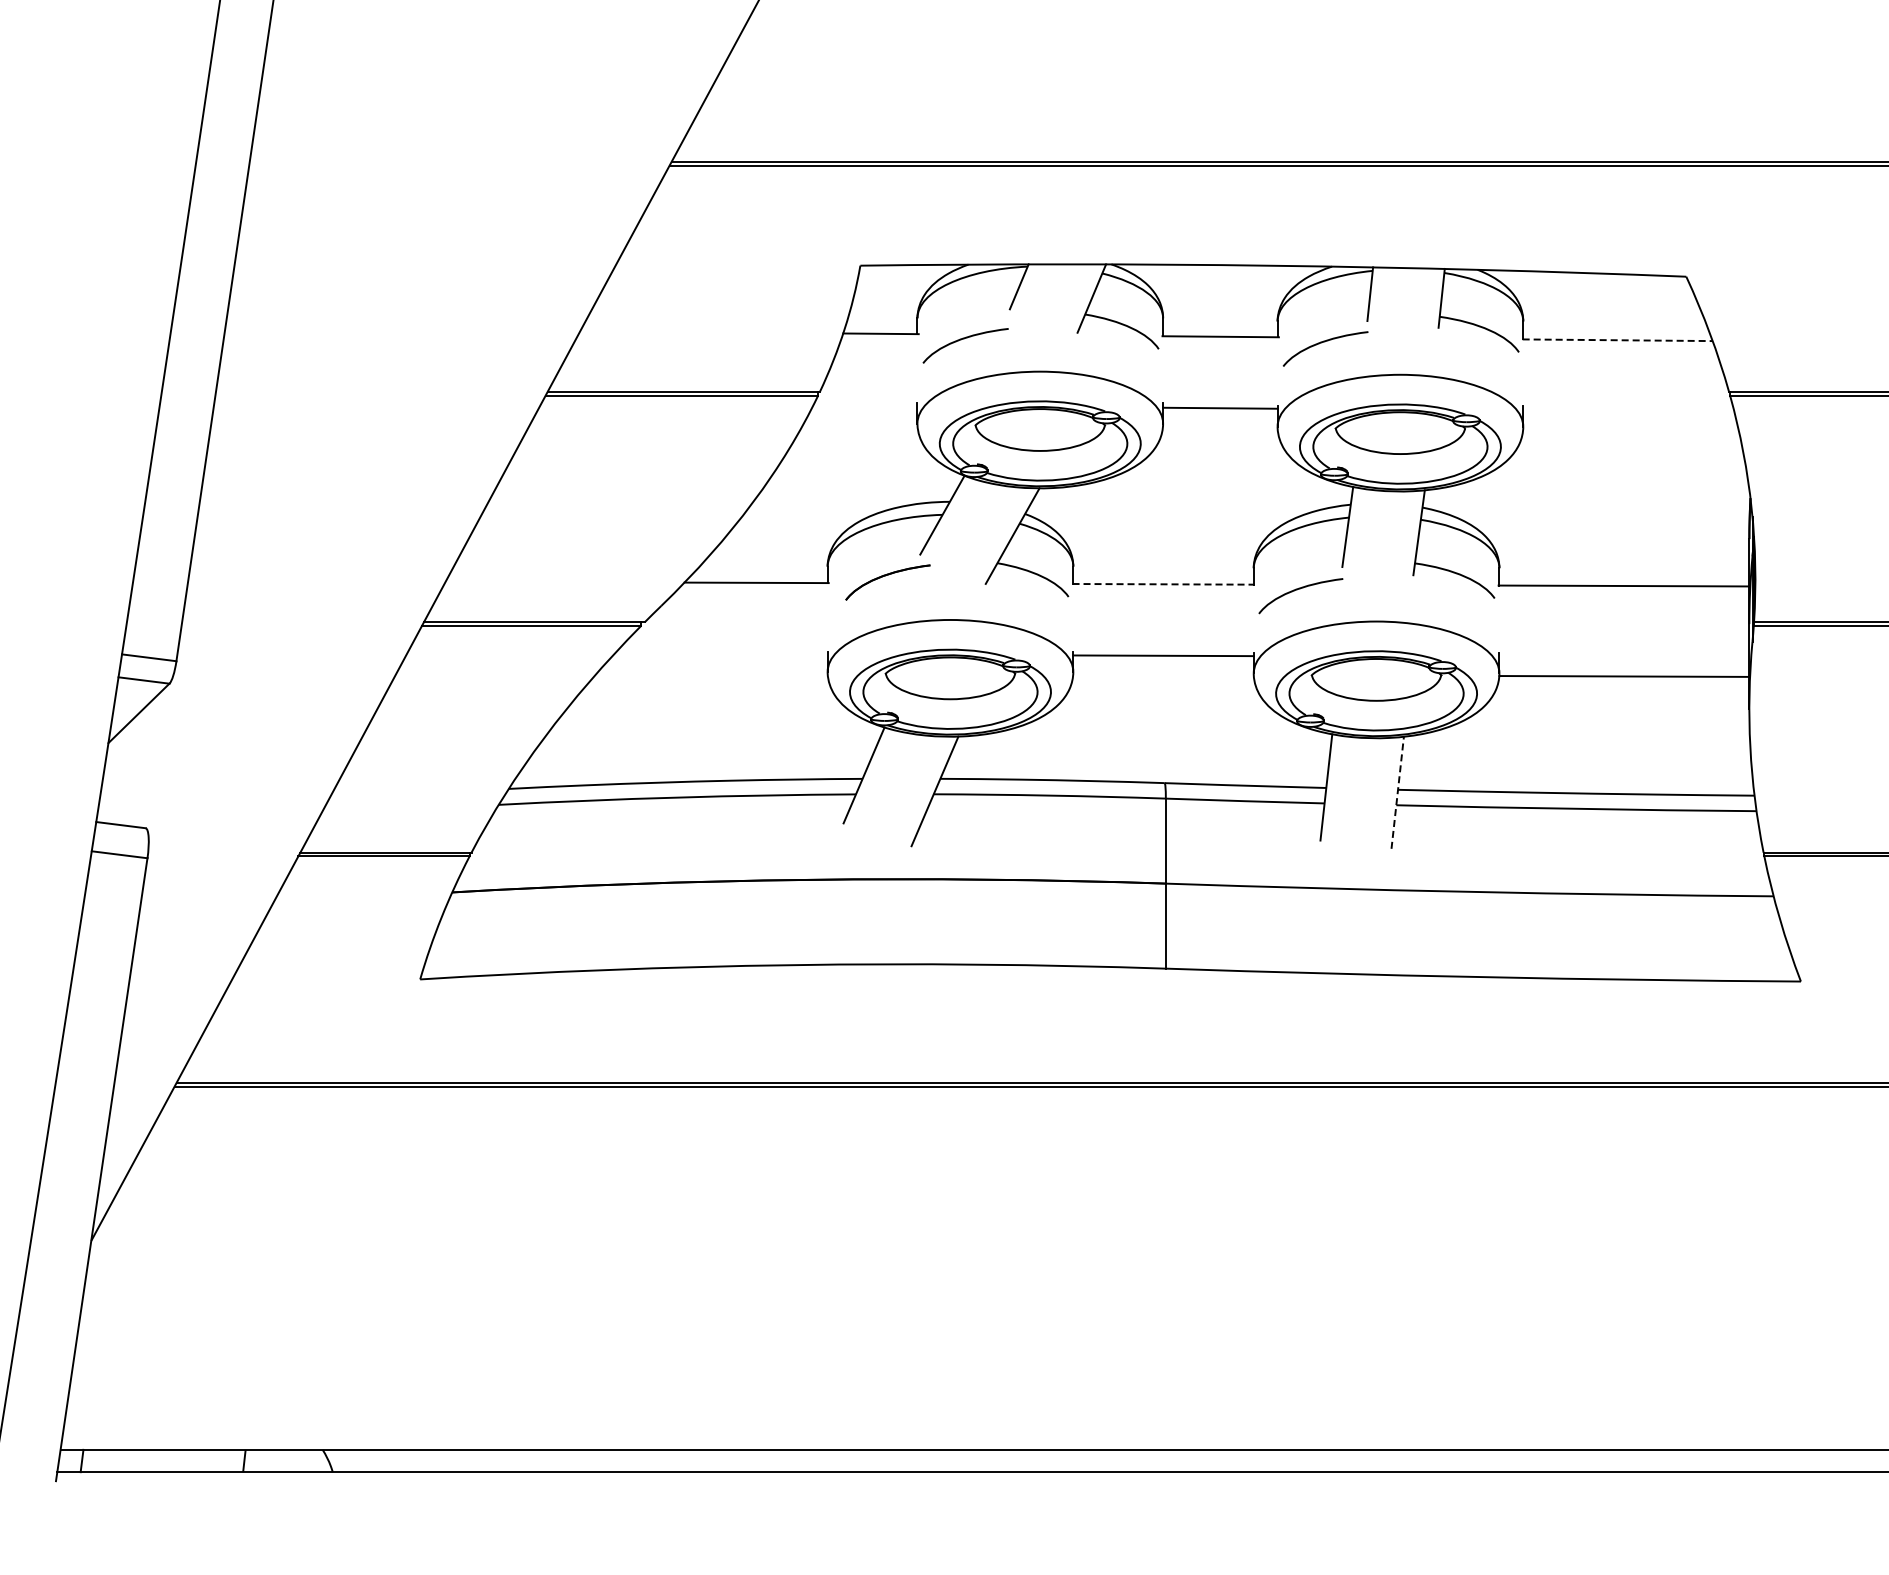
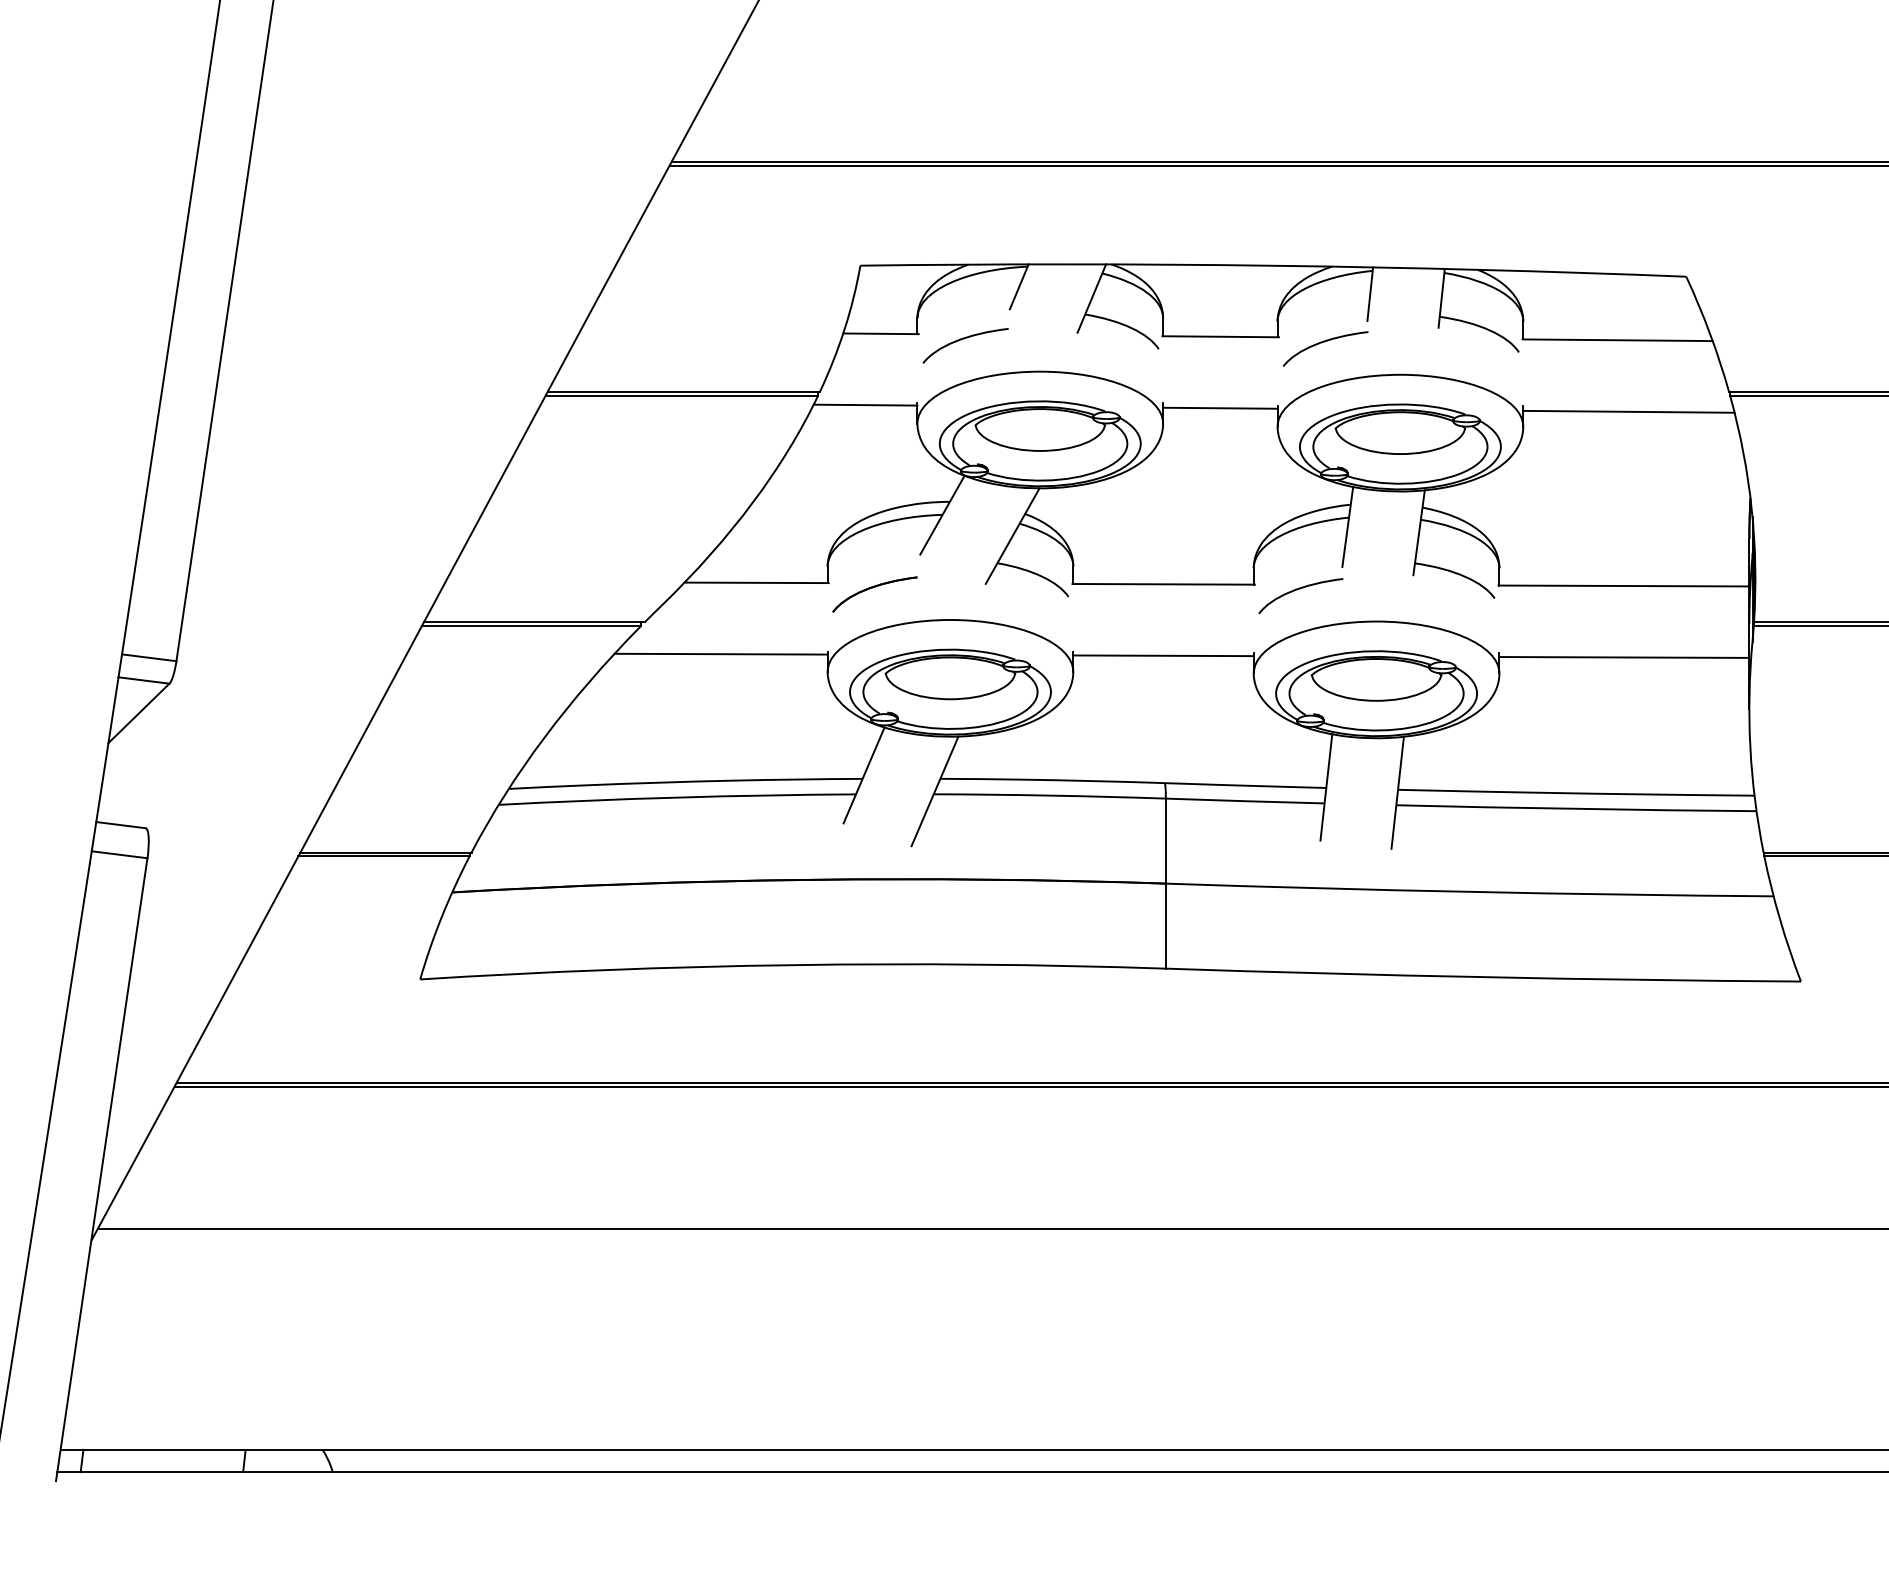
line at (1618, 340): dashed -> solid
line at (865, 404): none -> present
line at (1628, 411): none -> present
part at (885, 576) position: (885, 576) -> (872, 588)
line at (1164, 584): dashed -> solid
line at (720, 653): none -> present
line at (1624, 676) position: (1624, 676) -> (1624, 657)
line at (1397, 792): dashed -> solid
line at (991, 1229): none -> present
